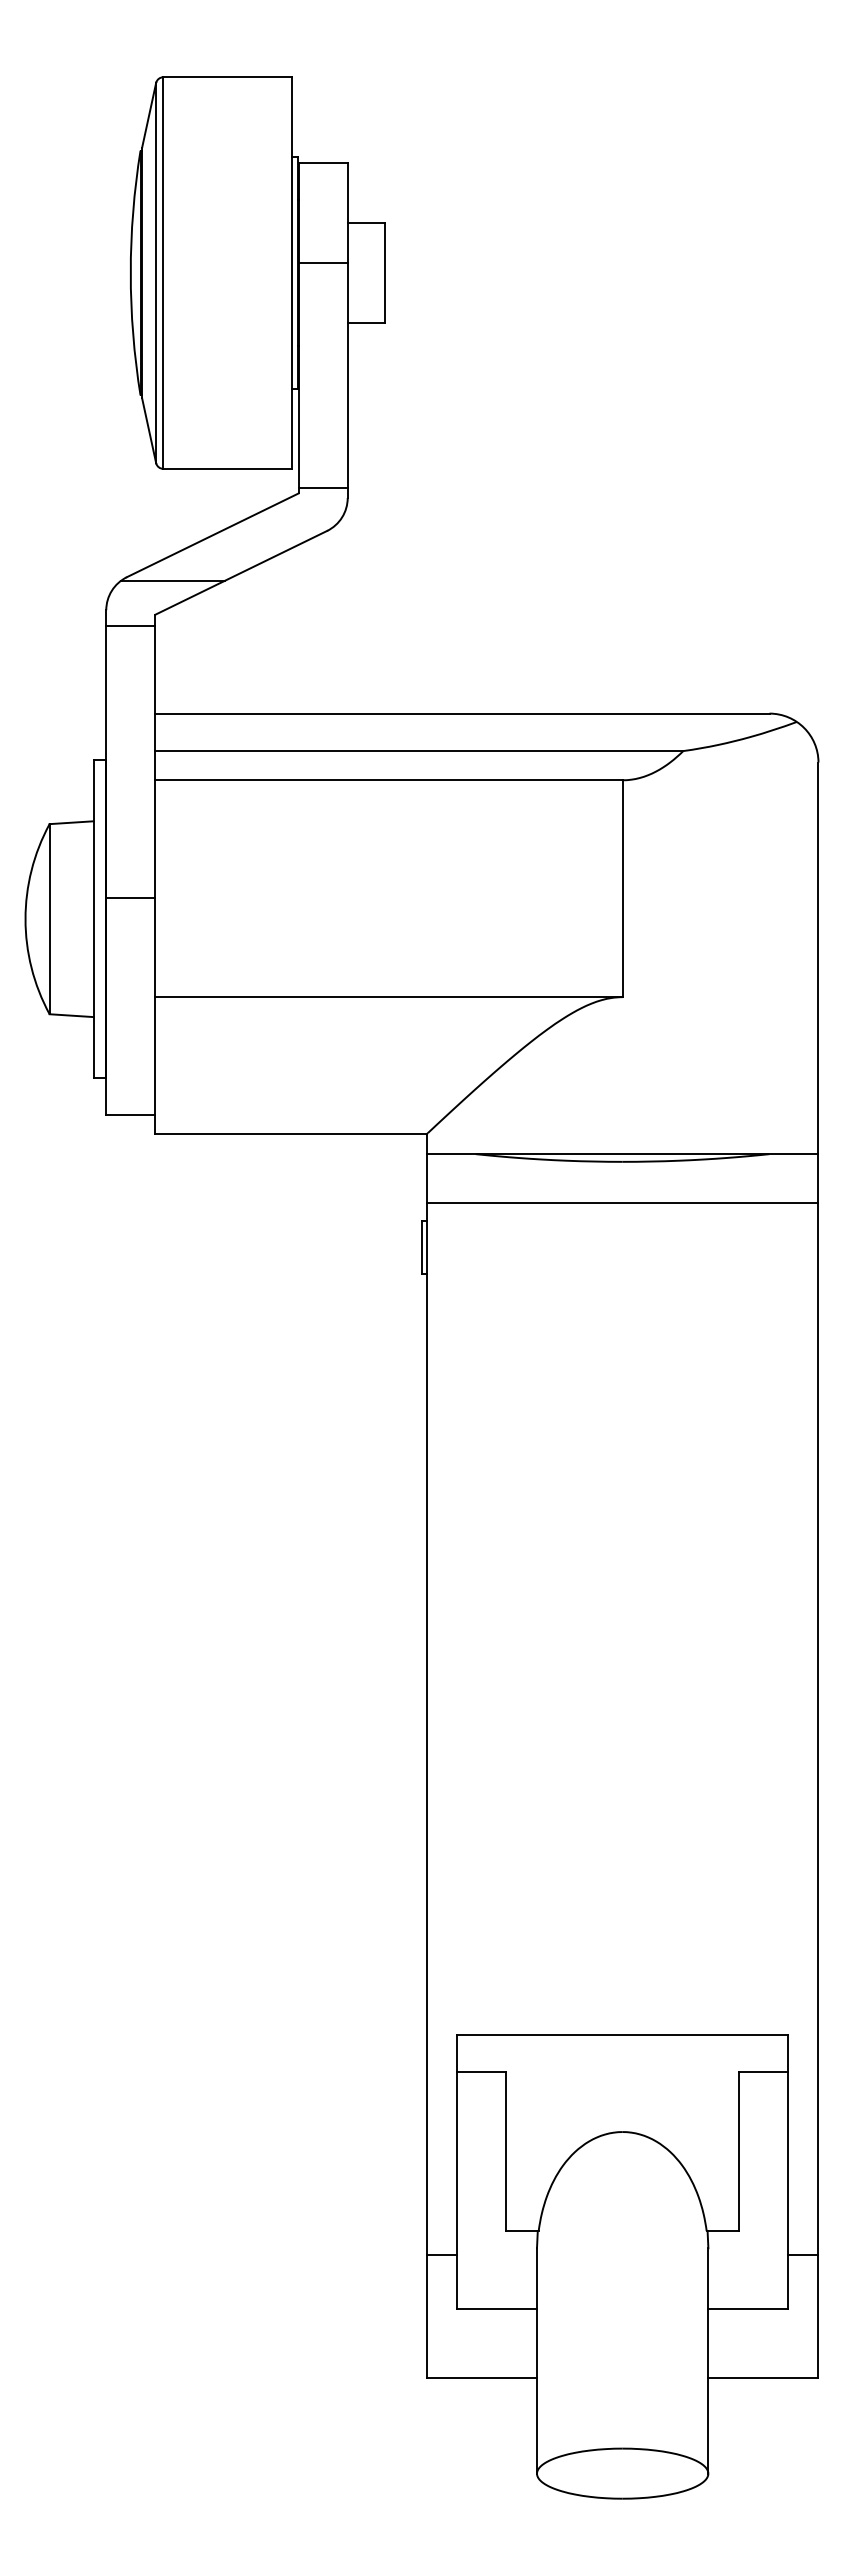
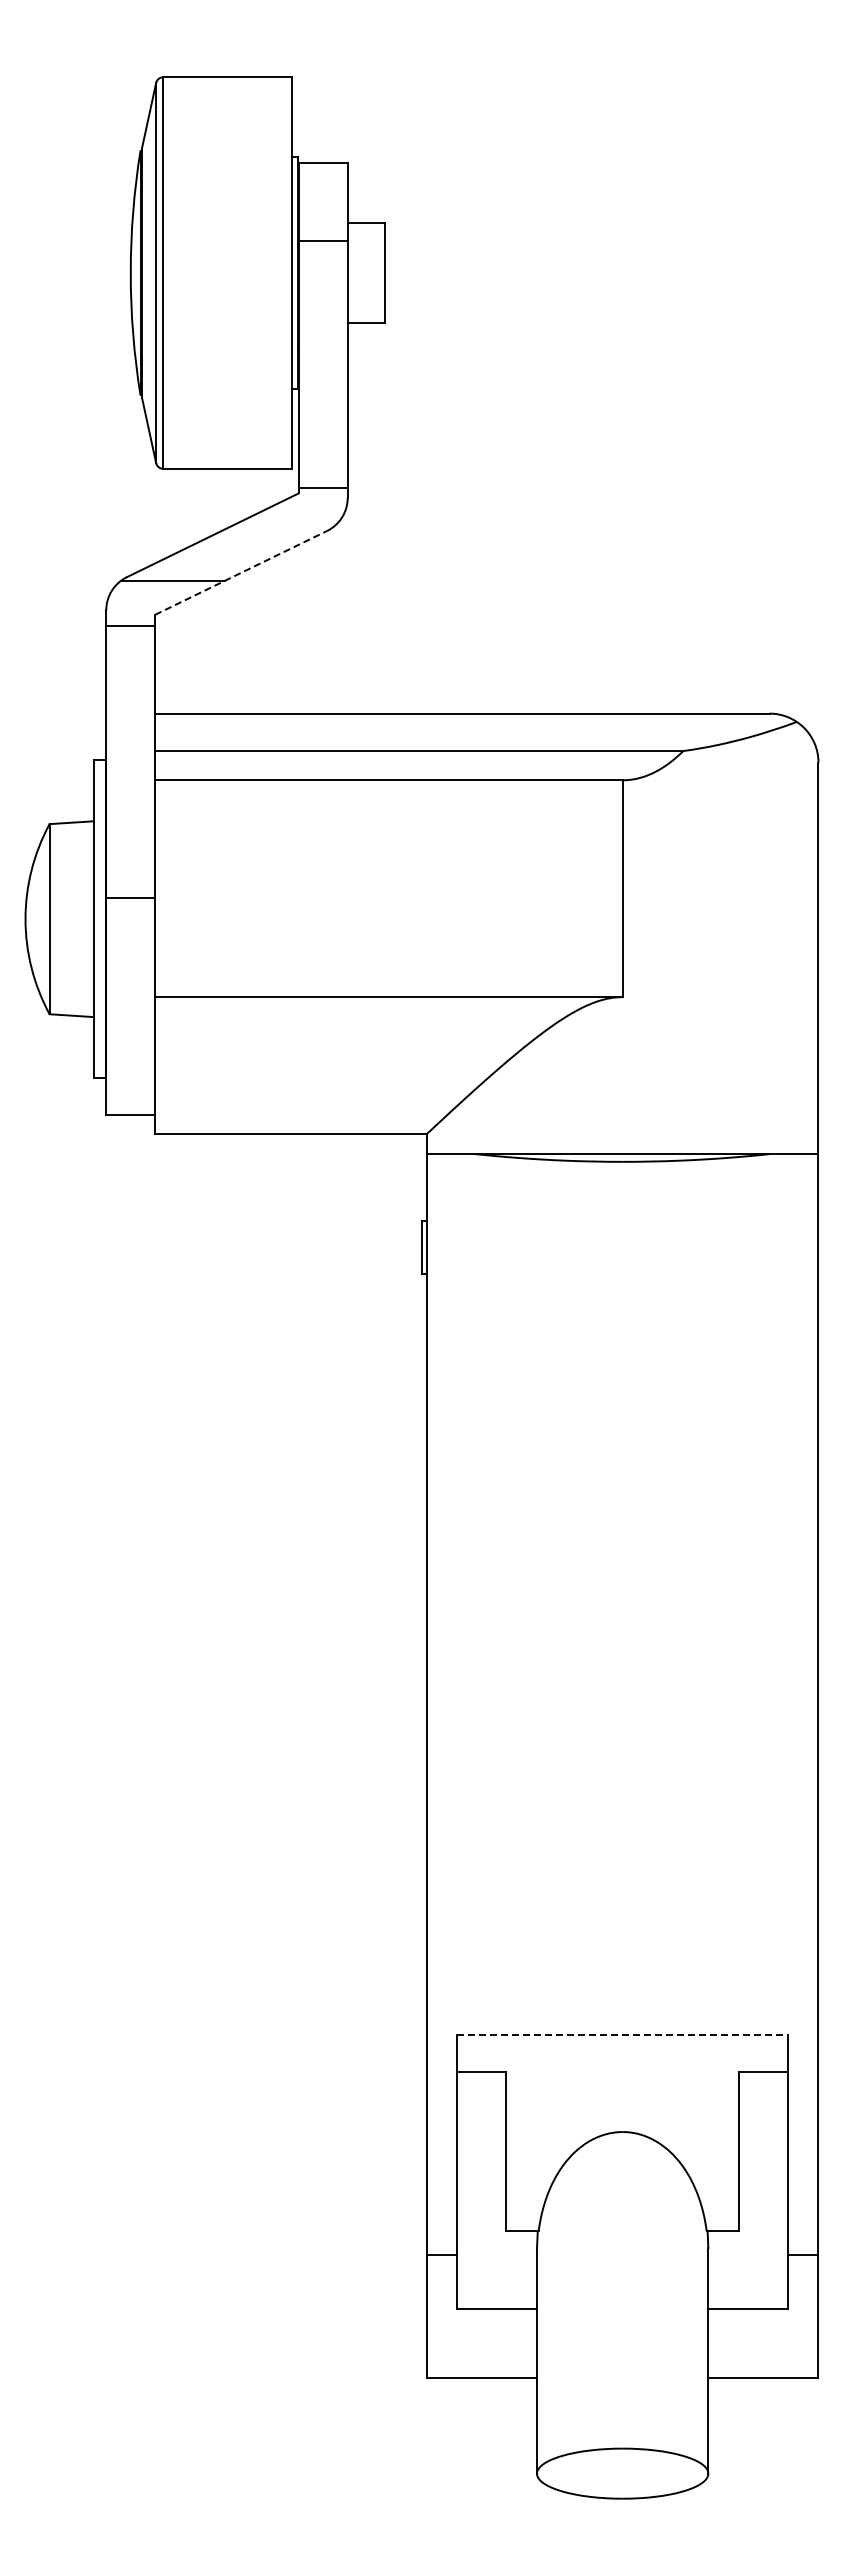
line at (322, 262) position: (322, 262) -> (322, 240)
line at (241, 572): solid -> dashed
line at (622, 1203): present -> none
line at (623, 2035): solid -> dashed
